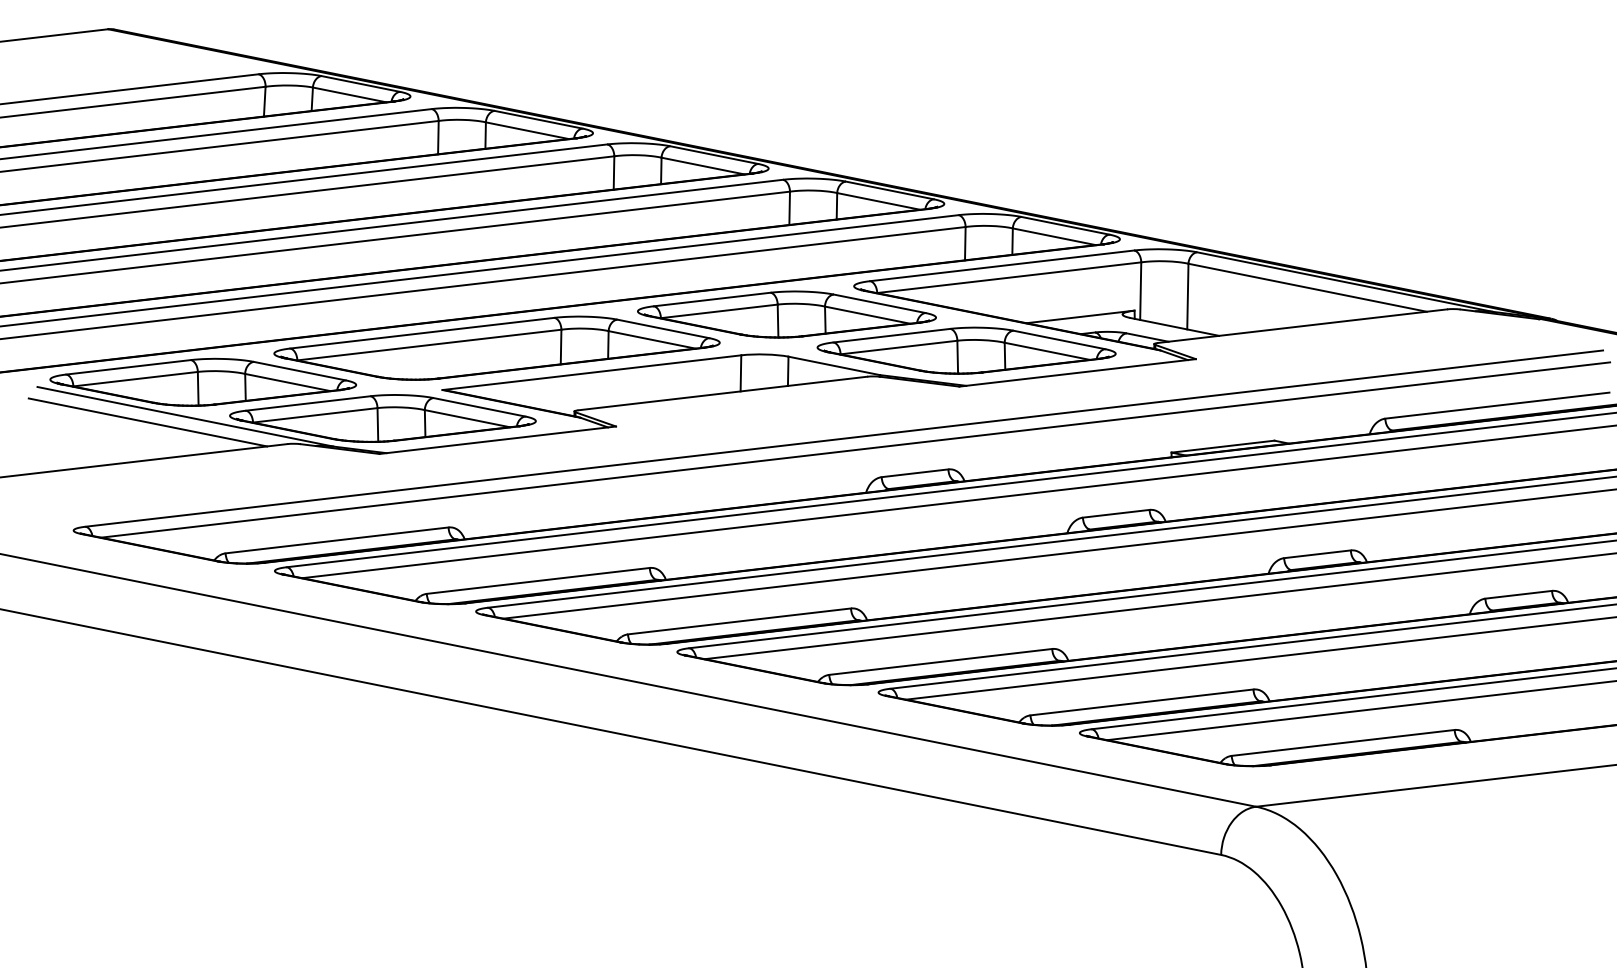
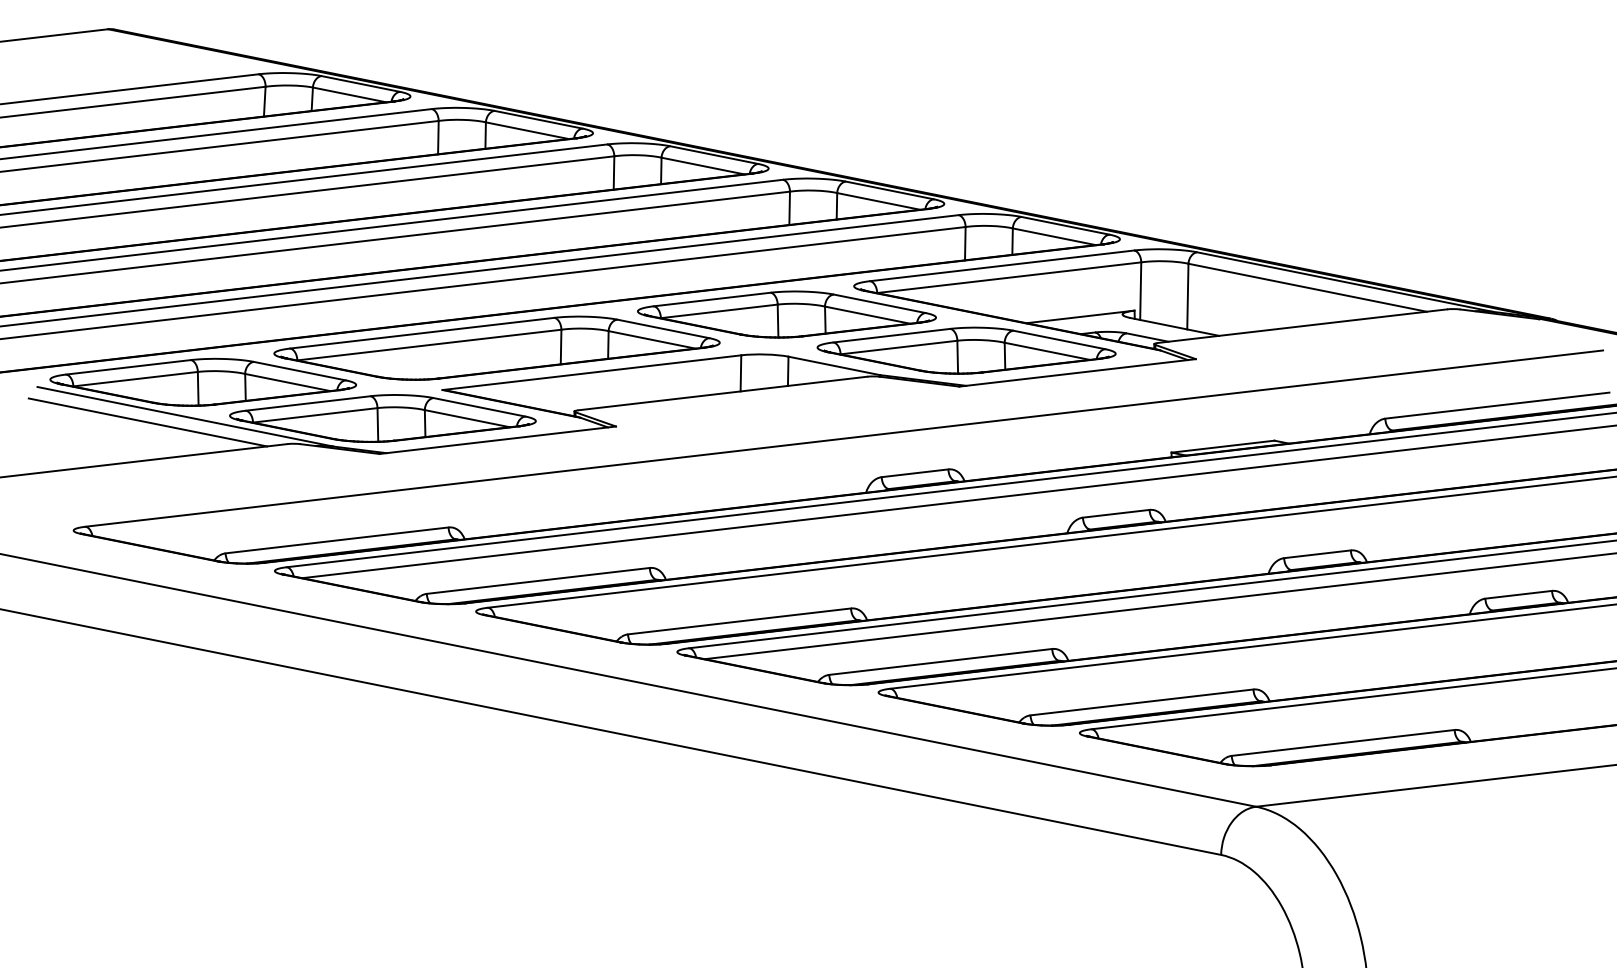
line at (855, 449): present -> none
line at (1058, 553): present -> none
line at (1259, 658): present -> none
line at (1360, 710): present -> none
